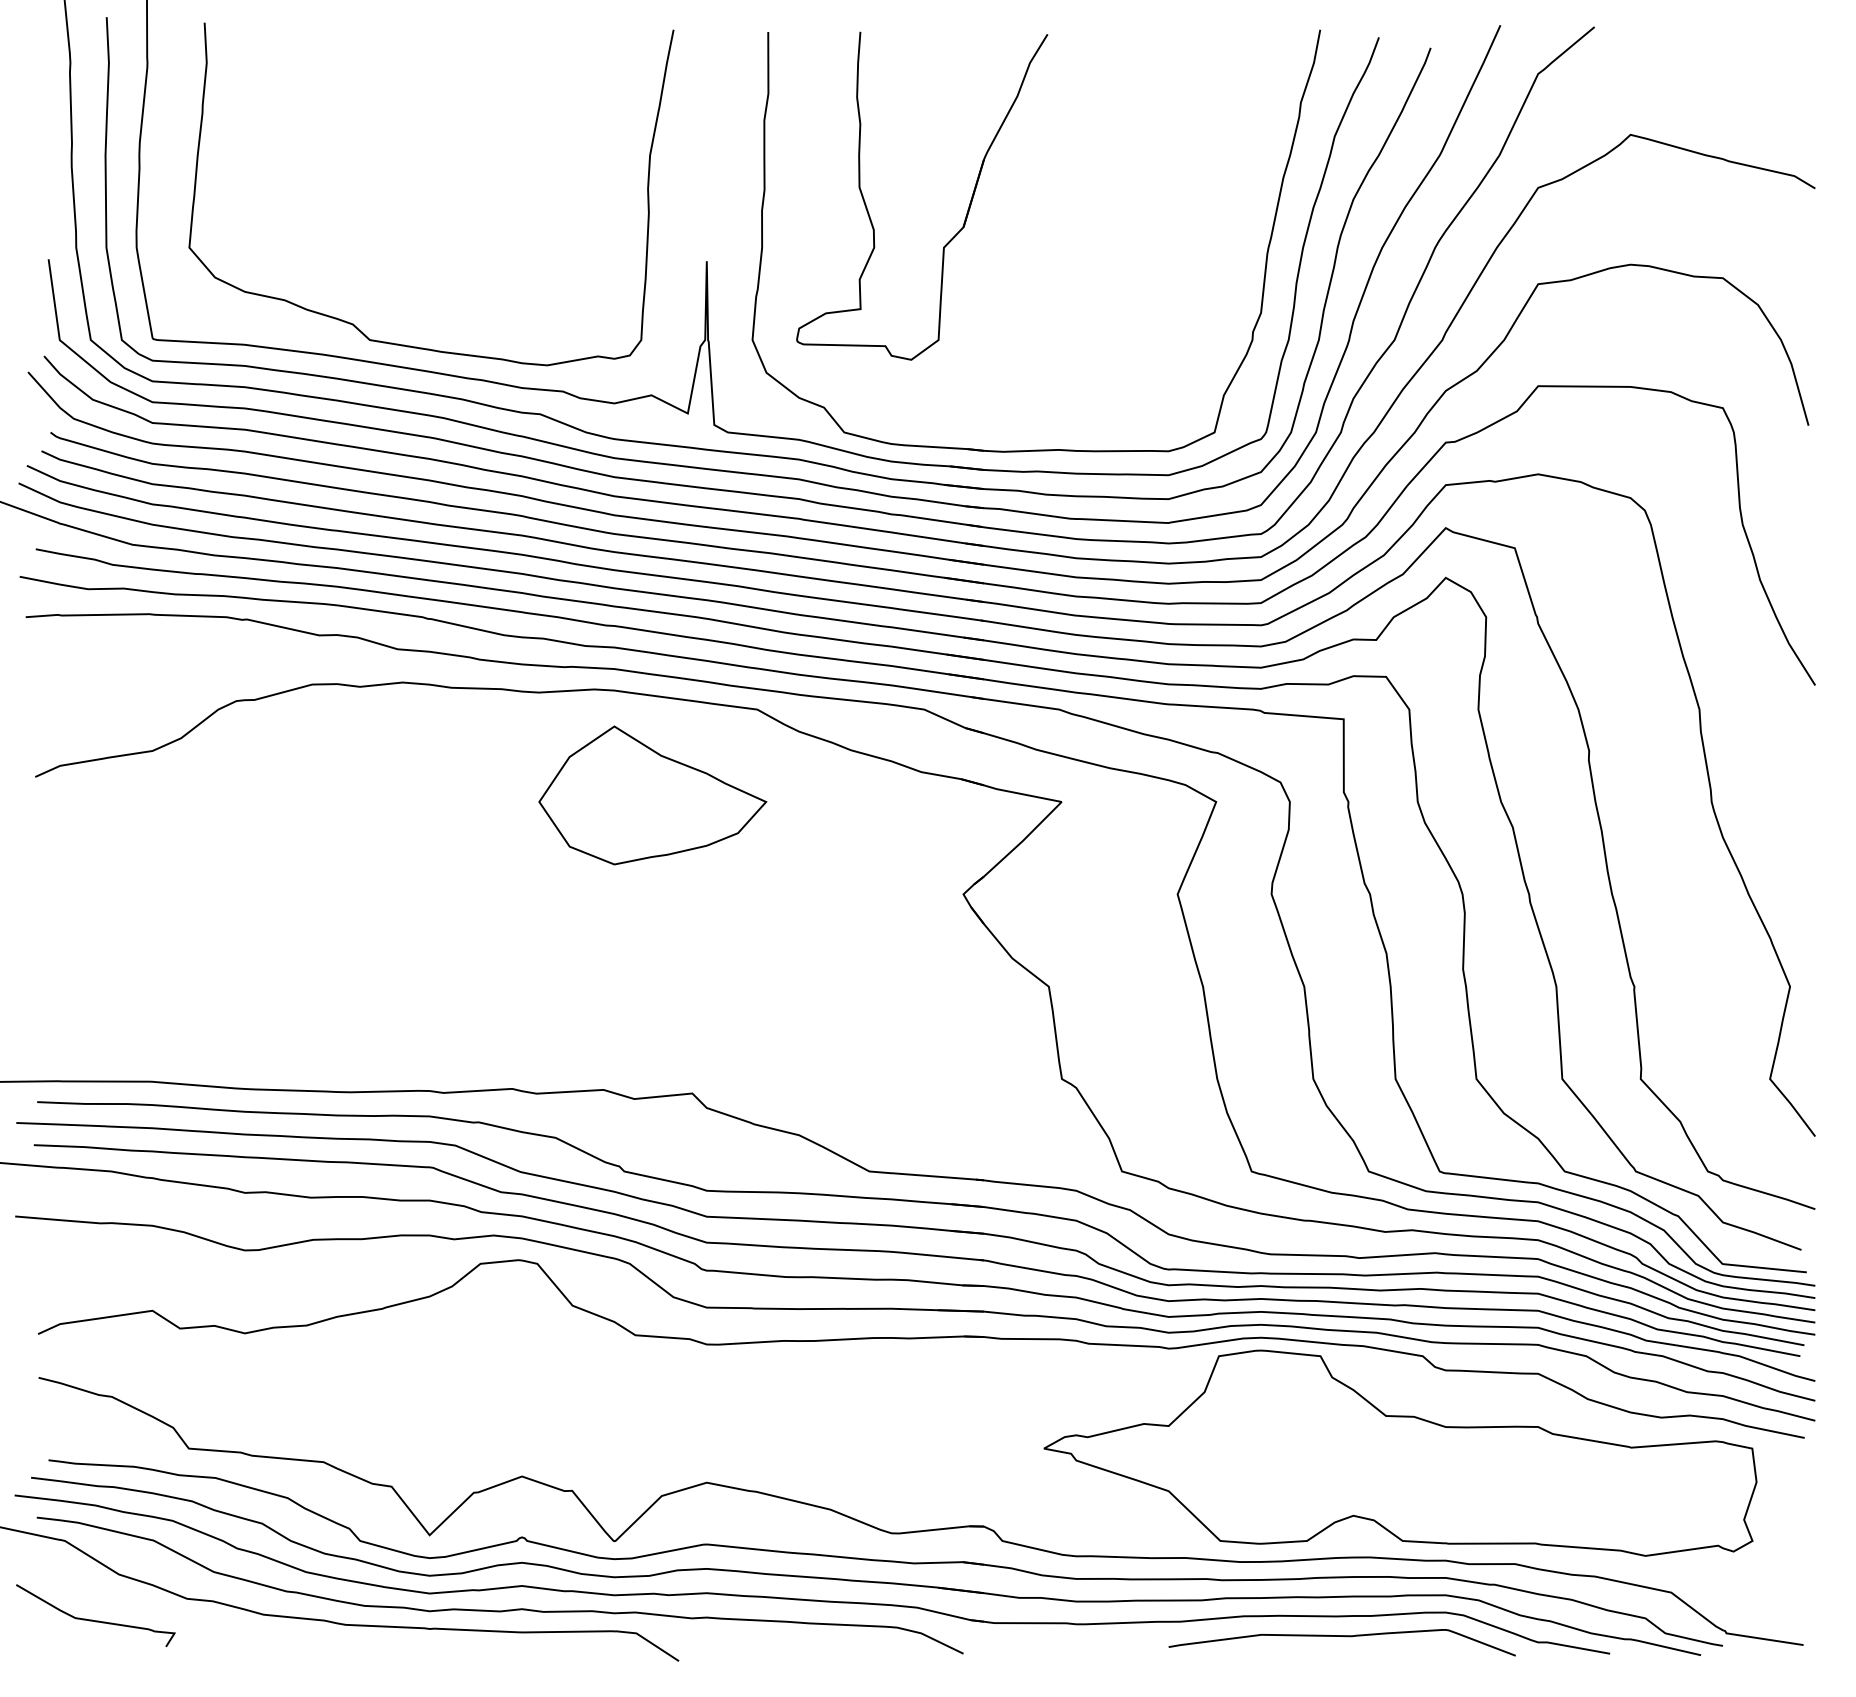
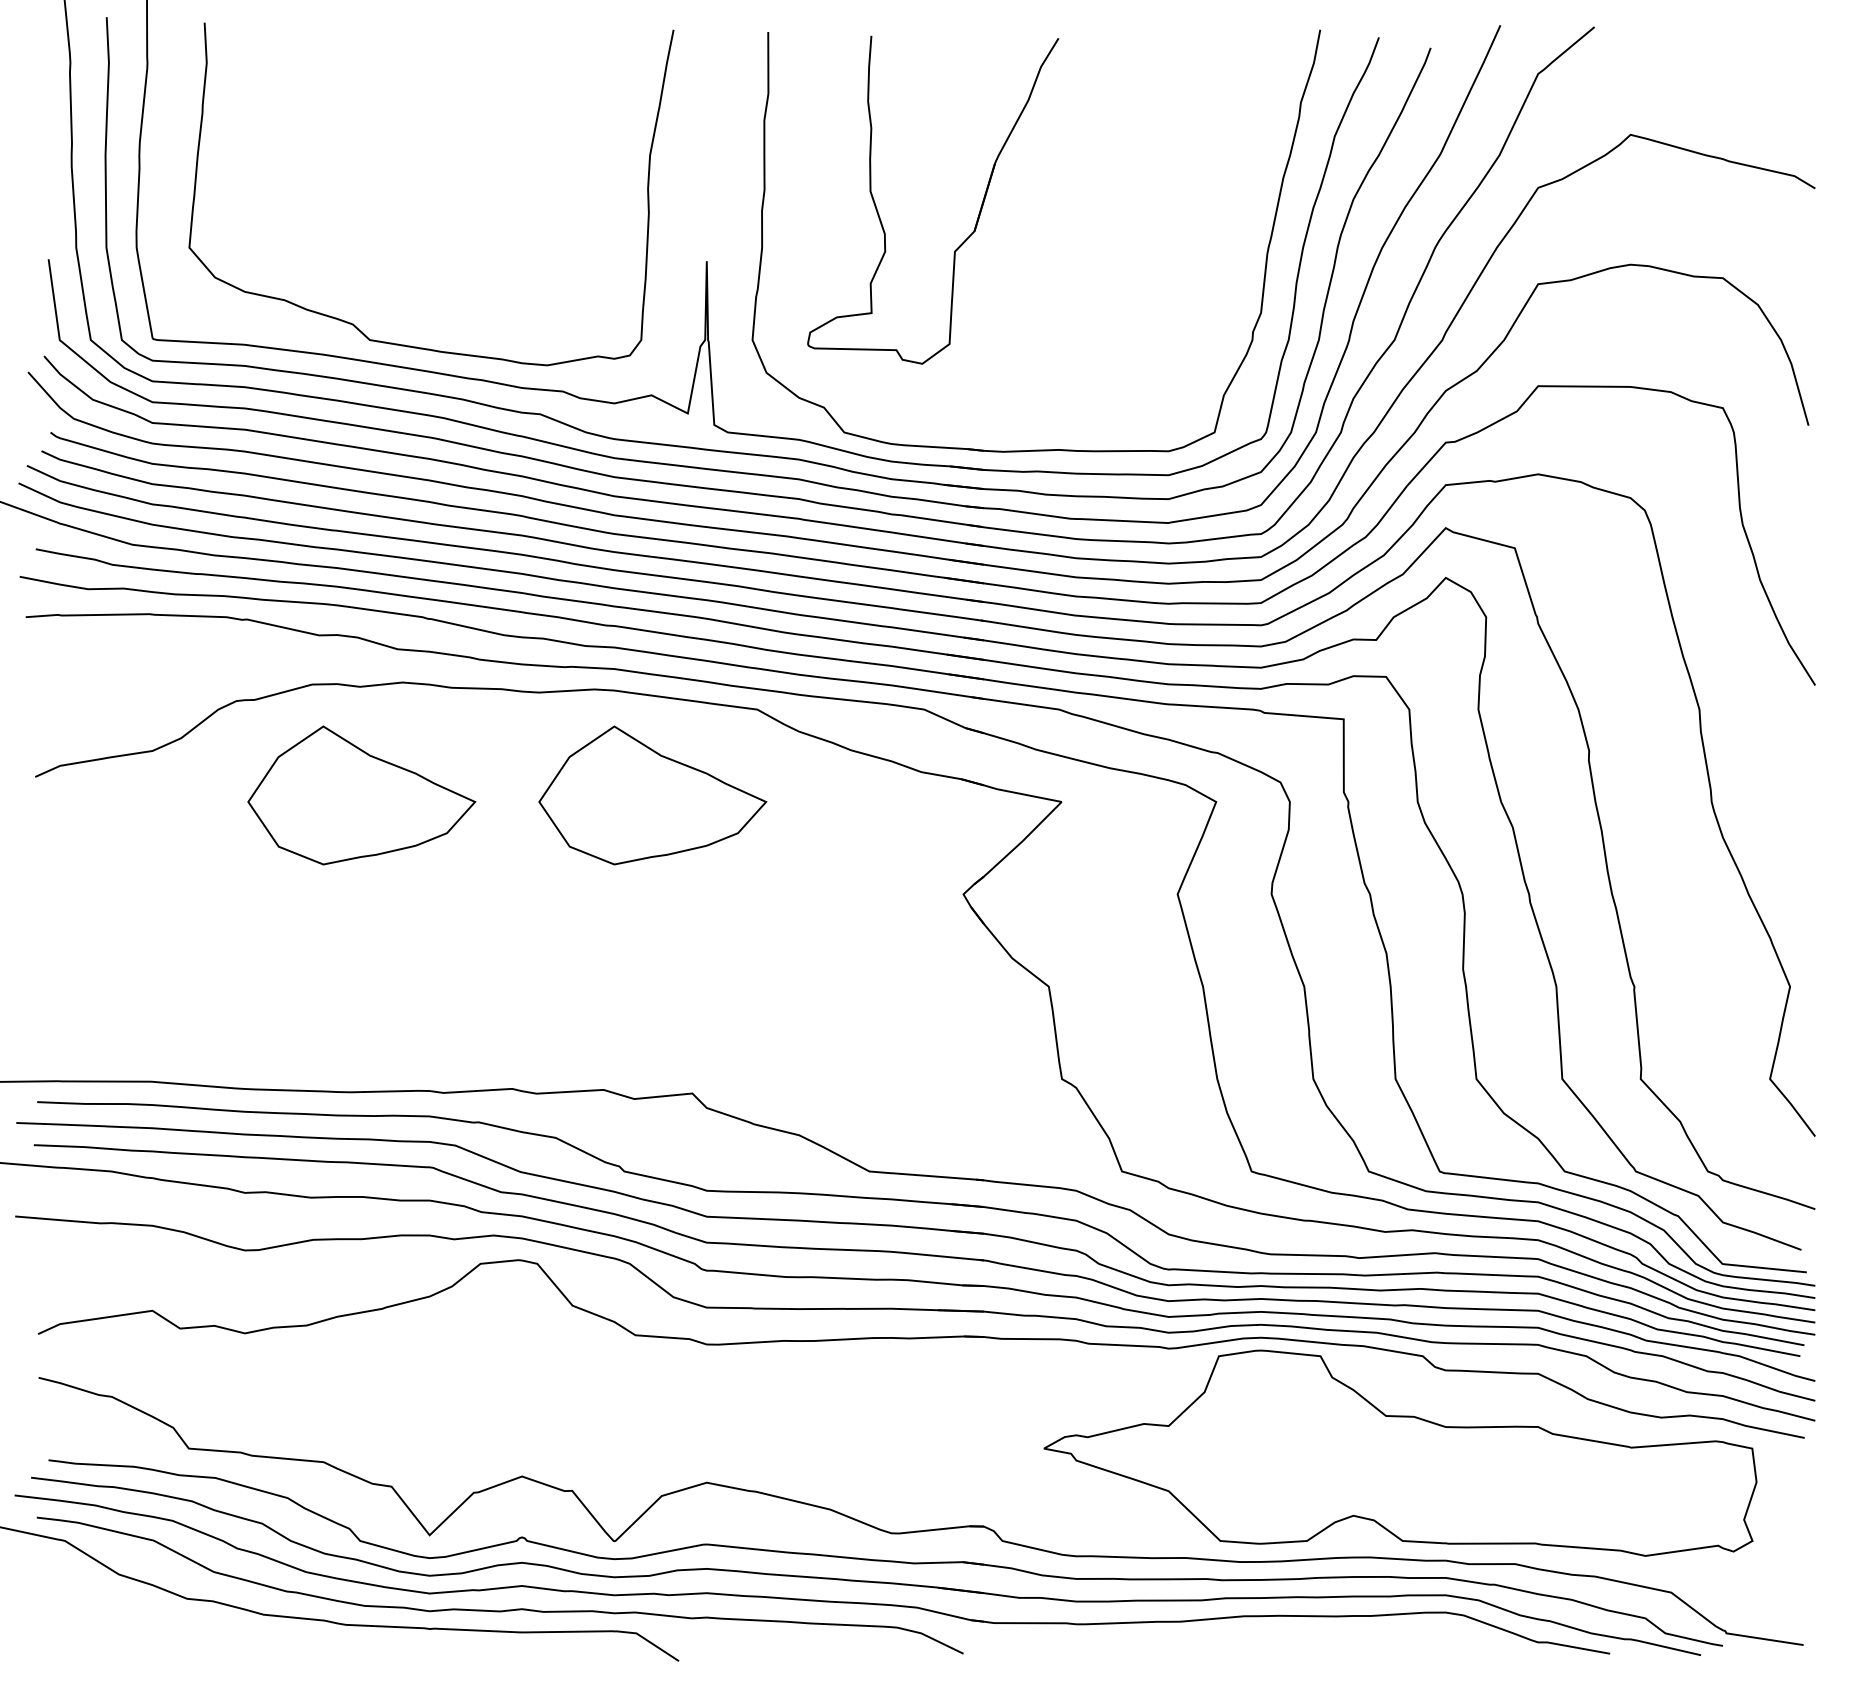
part at (967, 209) position: (967, 209) -> (978, 213)
part at (361, 795): none -> present
curve at (92, 1619): present -> none
curve at (1341, 1636): present -> none
